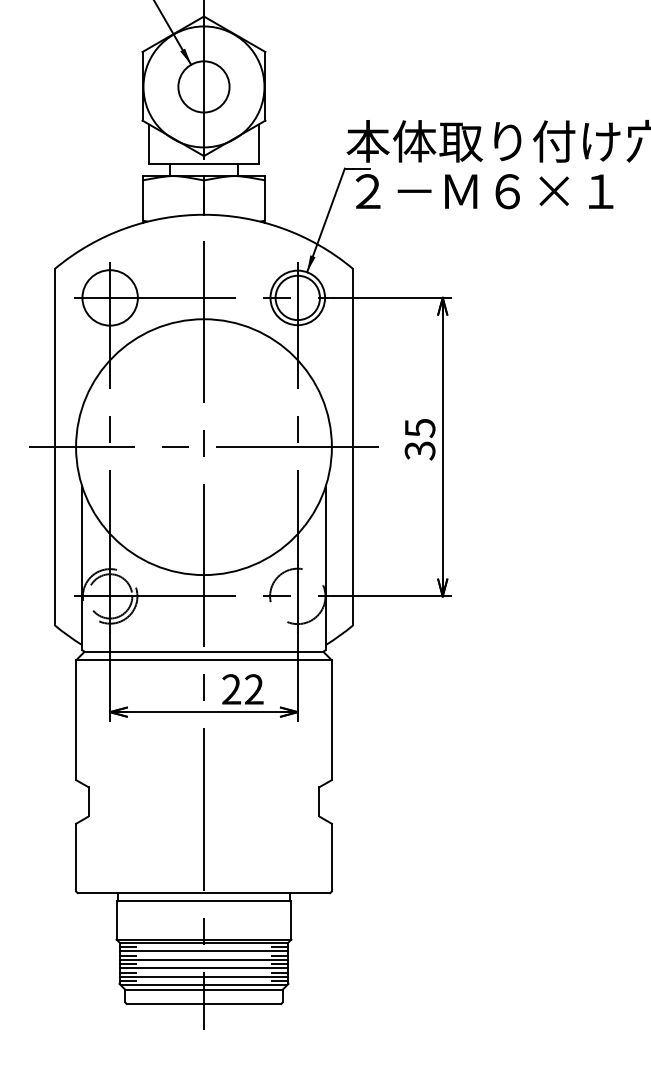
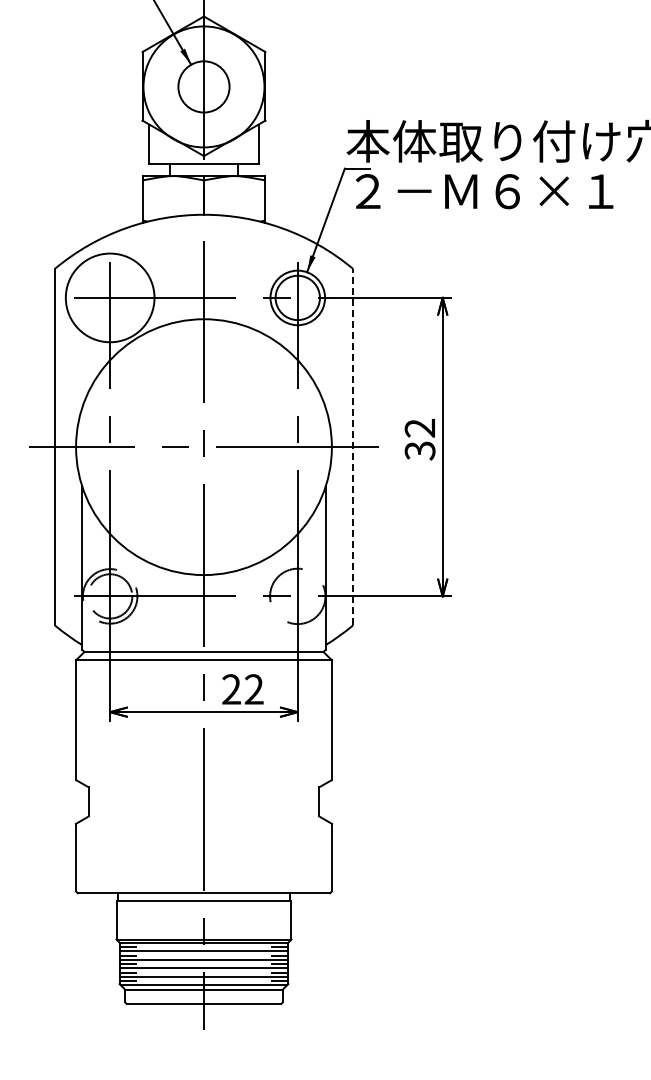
circle at (109, 297) diameter: 55 px -> 89 px
text at (419, 428): 35 -> 32
line at (353, 446): solid -> dashed
